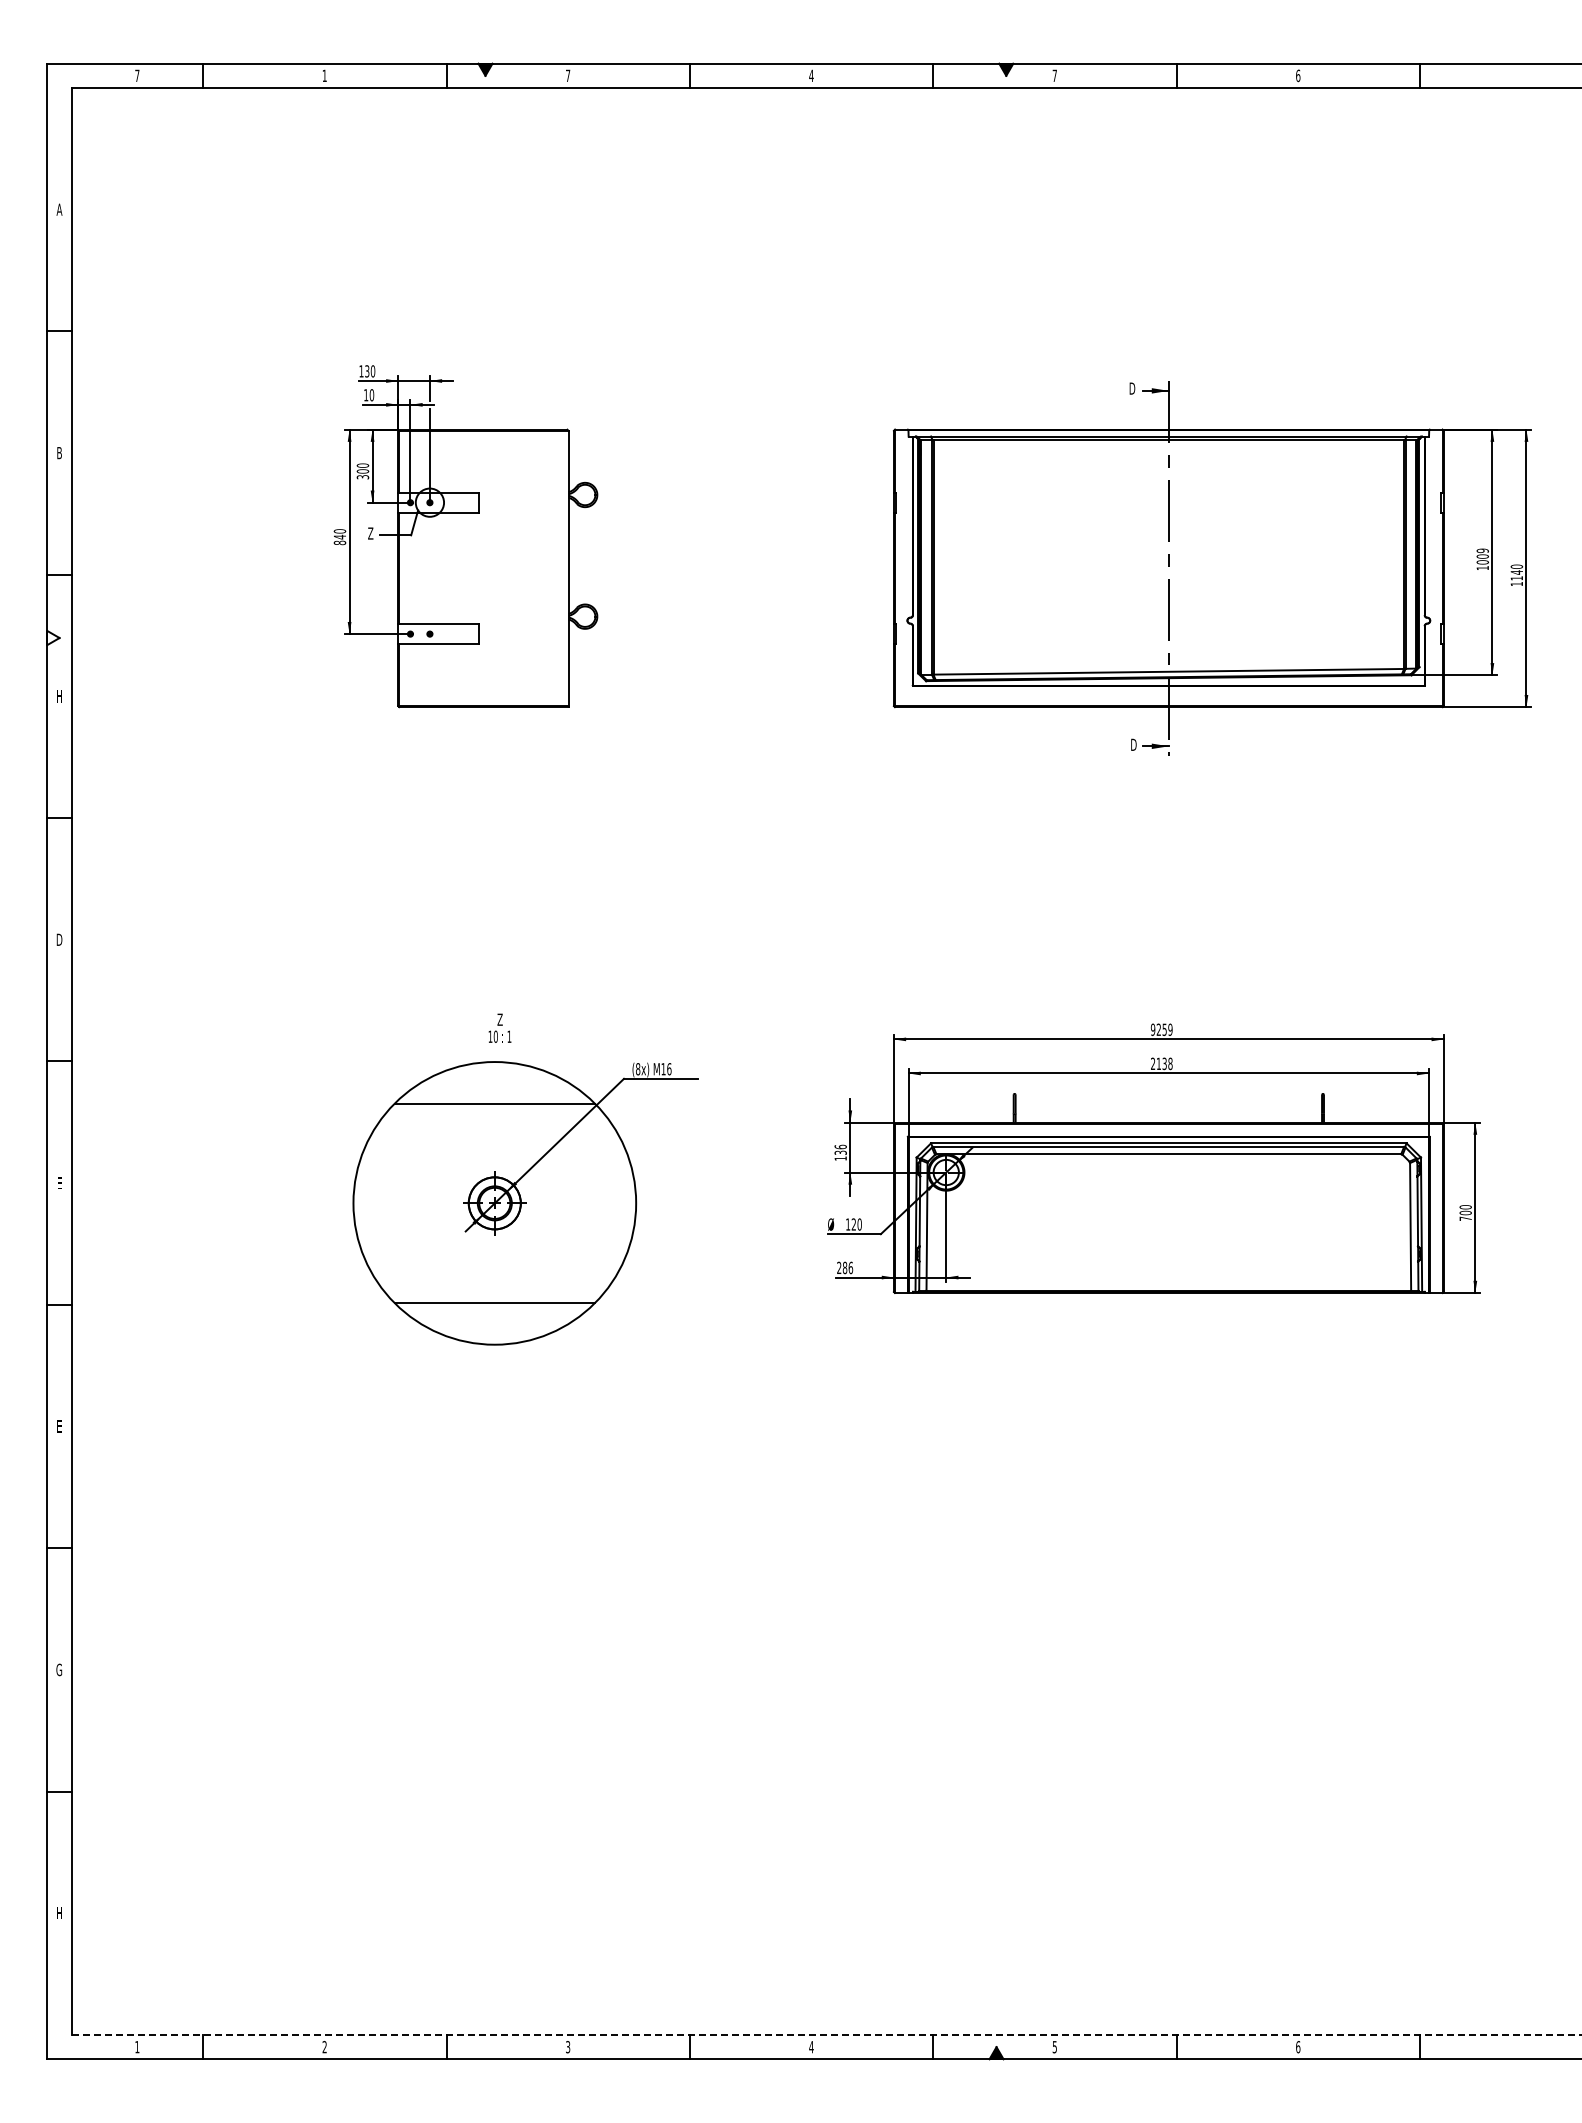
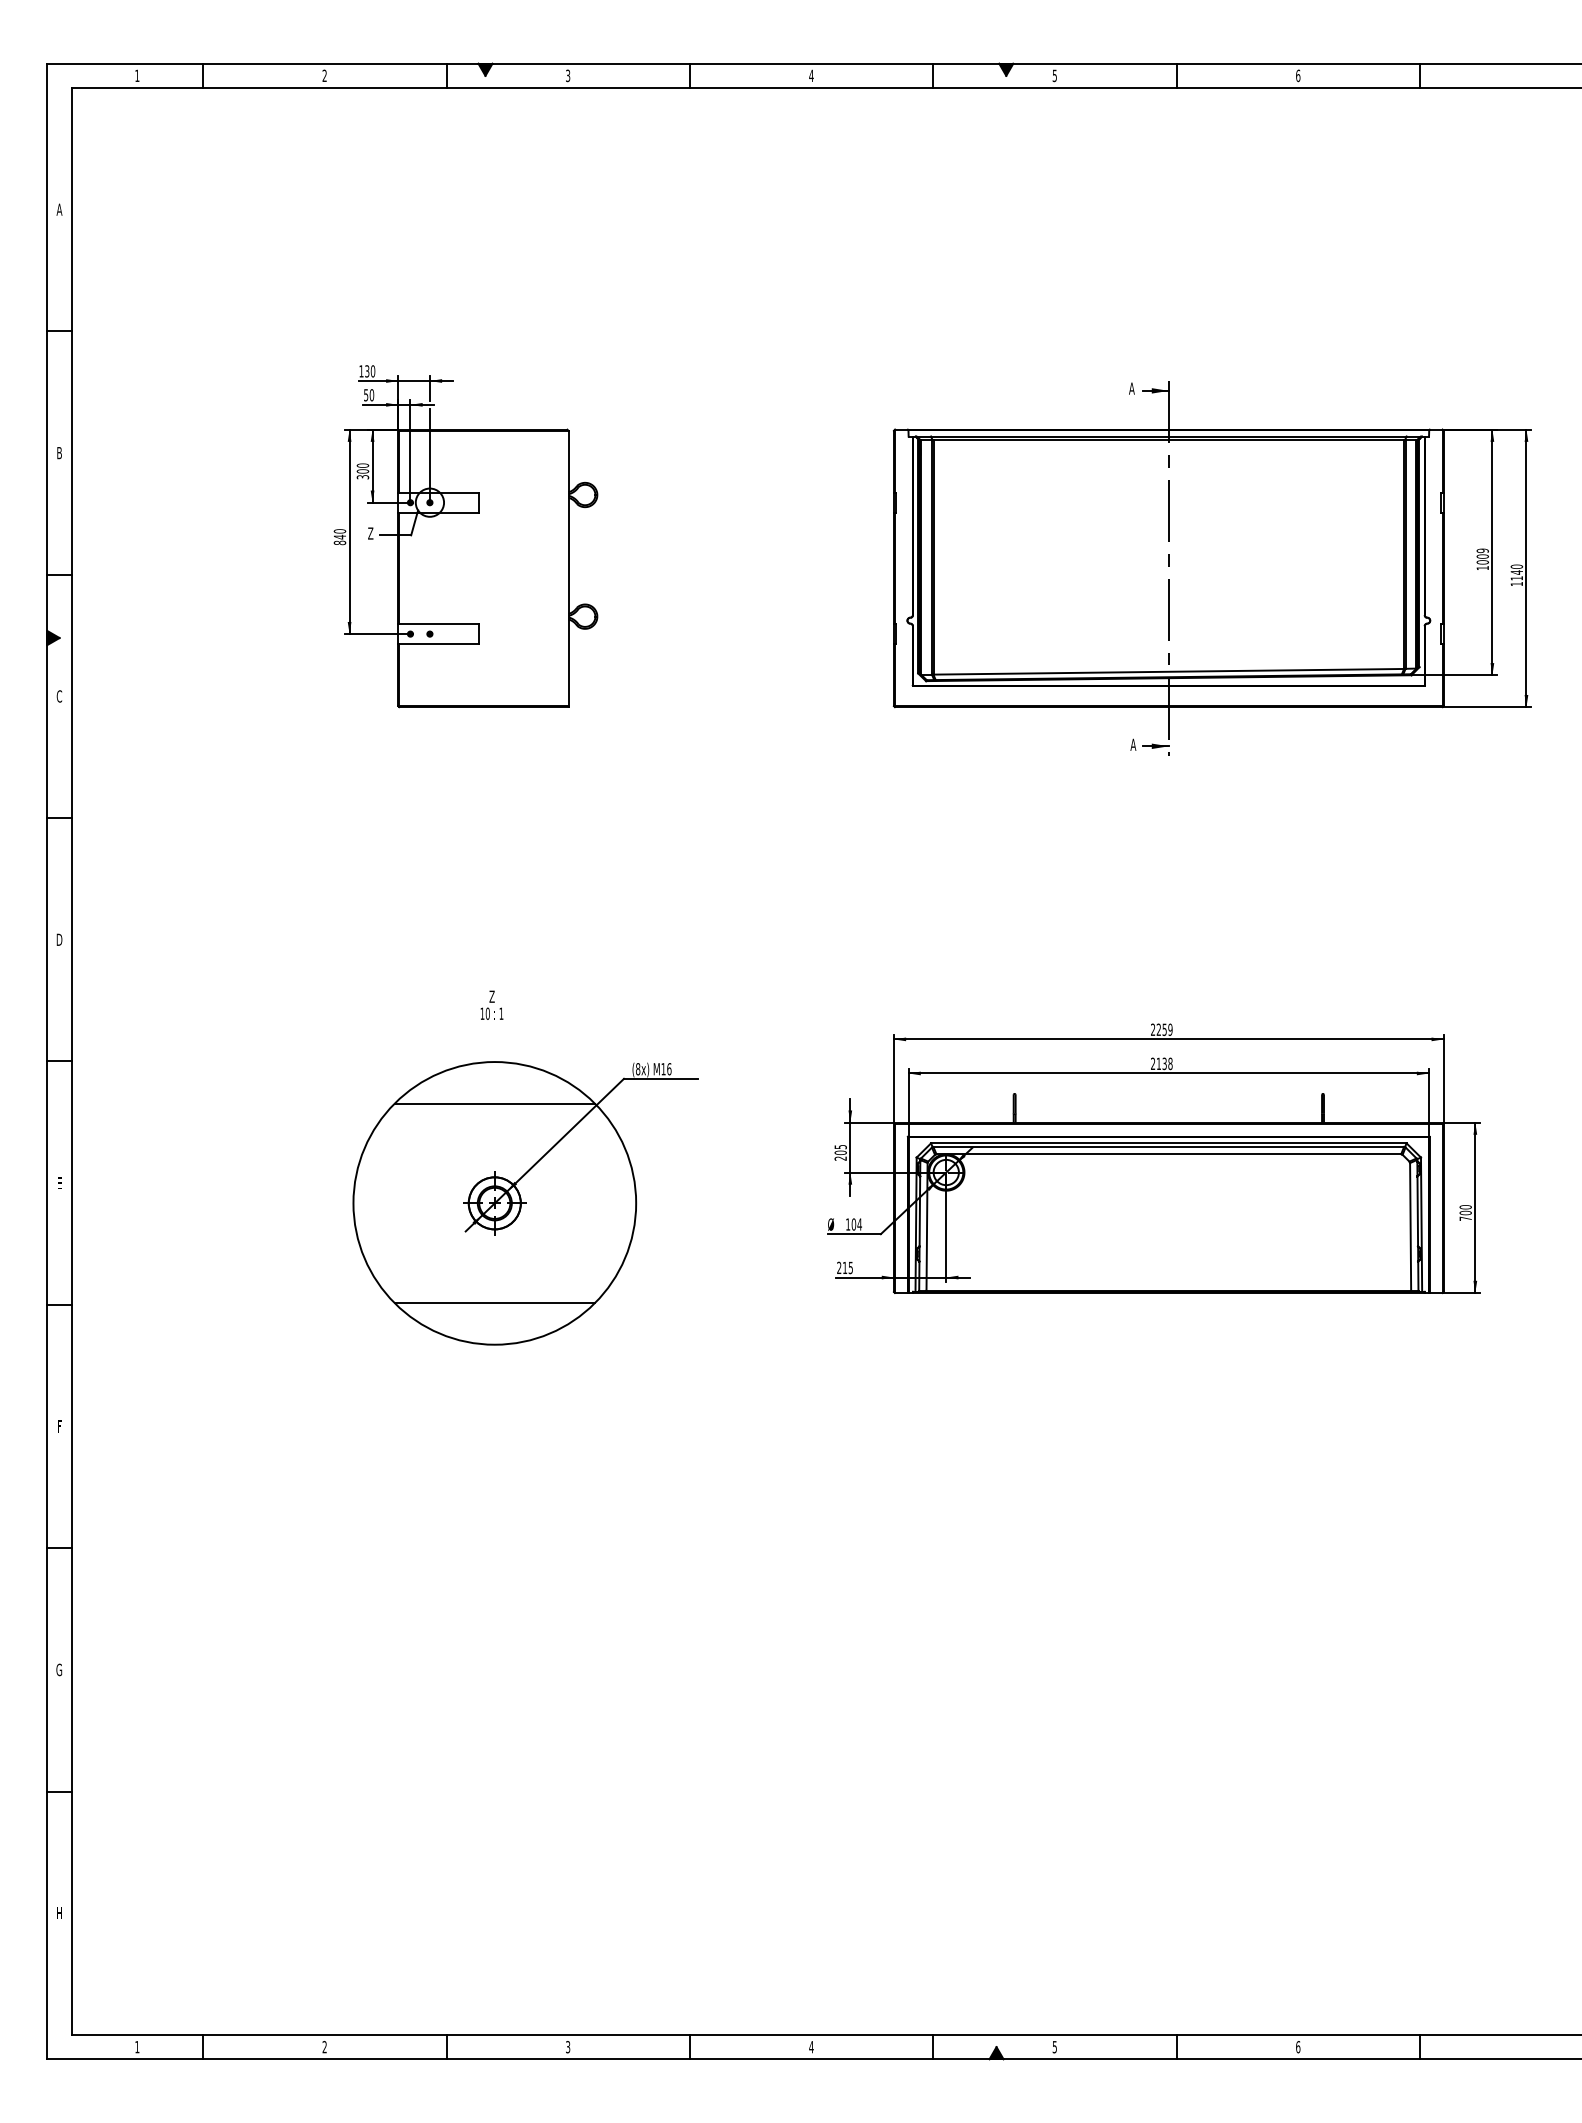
text at (137, 75): 7 -> 1
text at (324, 75): 1 -> 2
text at (568, 75): 7 -> 3
text at (1054, 75): 7 -> 5
text at (1132, 388): D -> A
text at (366, 395): 10 -> 50
fill at (53, 638): none -> present
text at (59, 696): H -> C
text at (1133, 744): D -> A
text at (499, 1027) position: (499, 1027) -> (491, 1004)
text at (1152, 1029): 9259 -> 2259
text at (840, 1152): 136 -> 205
text at (856, 1224): 120 -> 104
text at (847, 1267): 286 -> 215
text at (59, 1426): E -> F
line at (826, 2034): dashed -> solid
